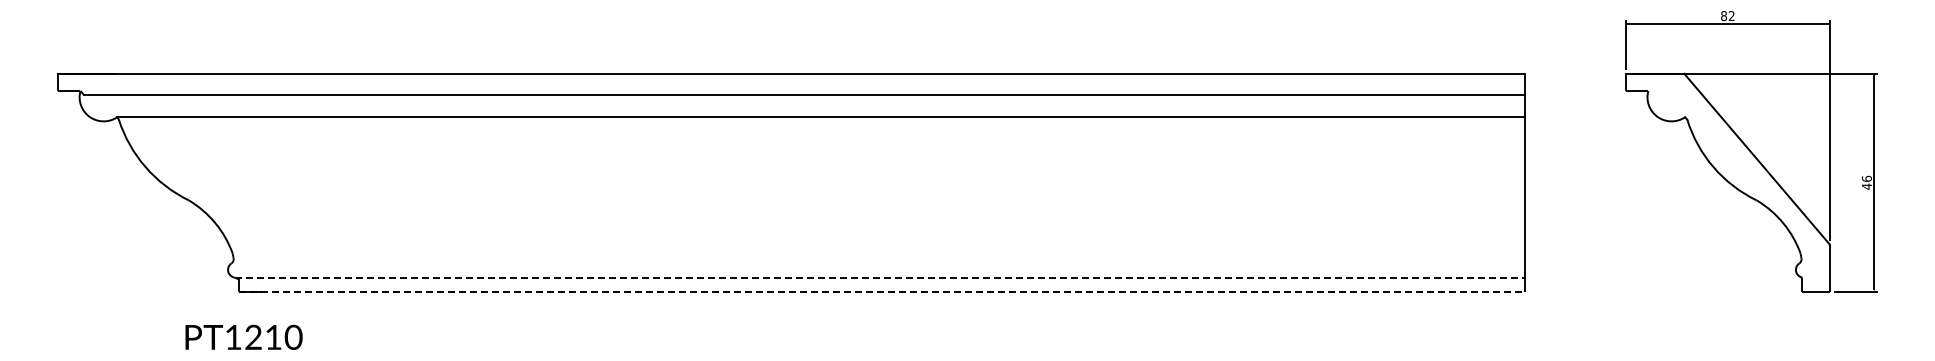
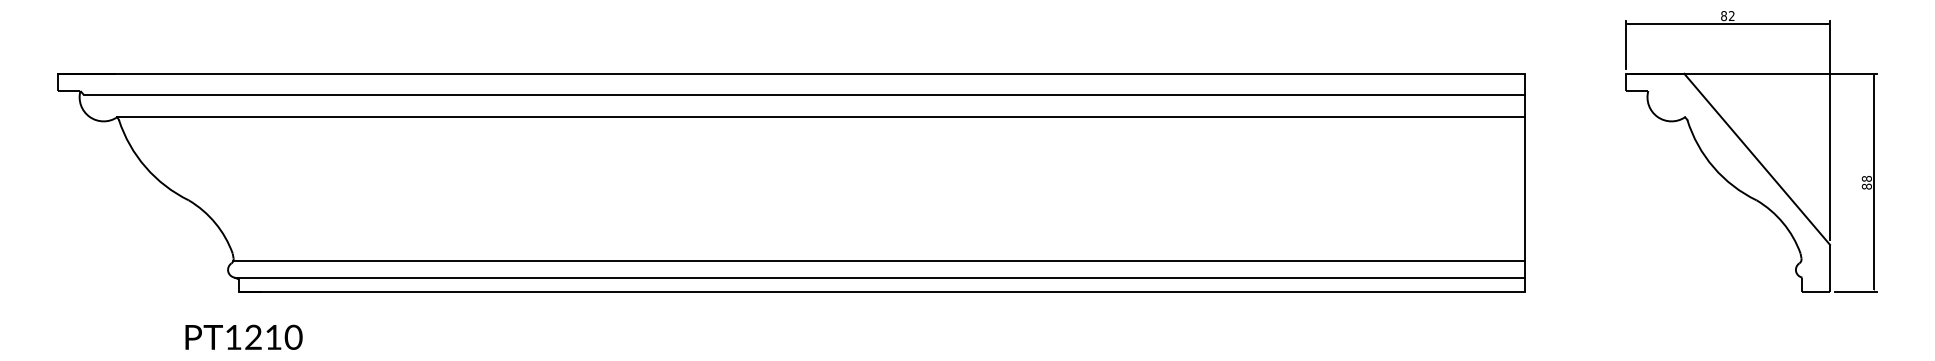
text at (1866, 182): 46 -> 88
line at (878, 261): none -> present
line at (880, 277): dashed -> solid
line at (881, 291): dashed -> solid
